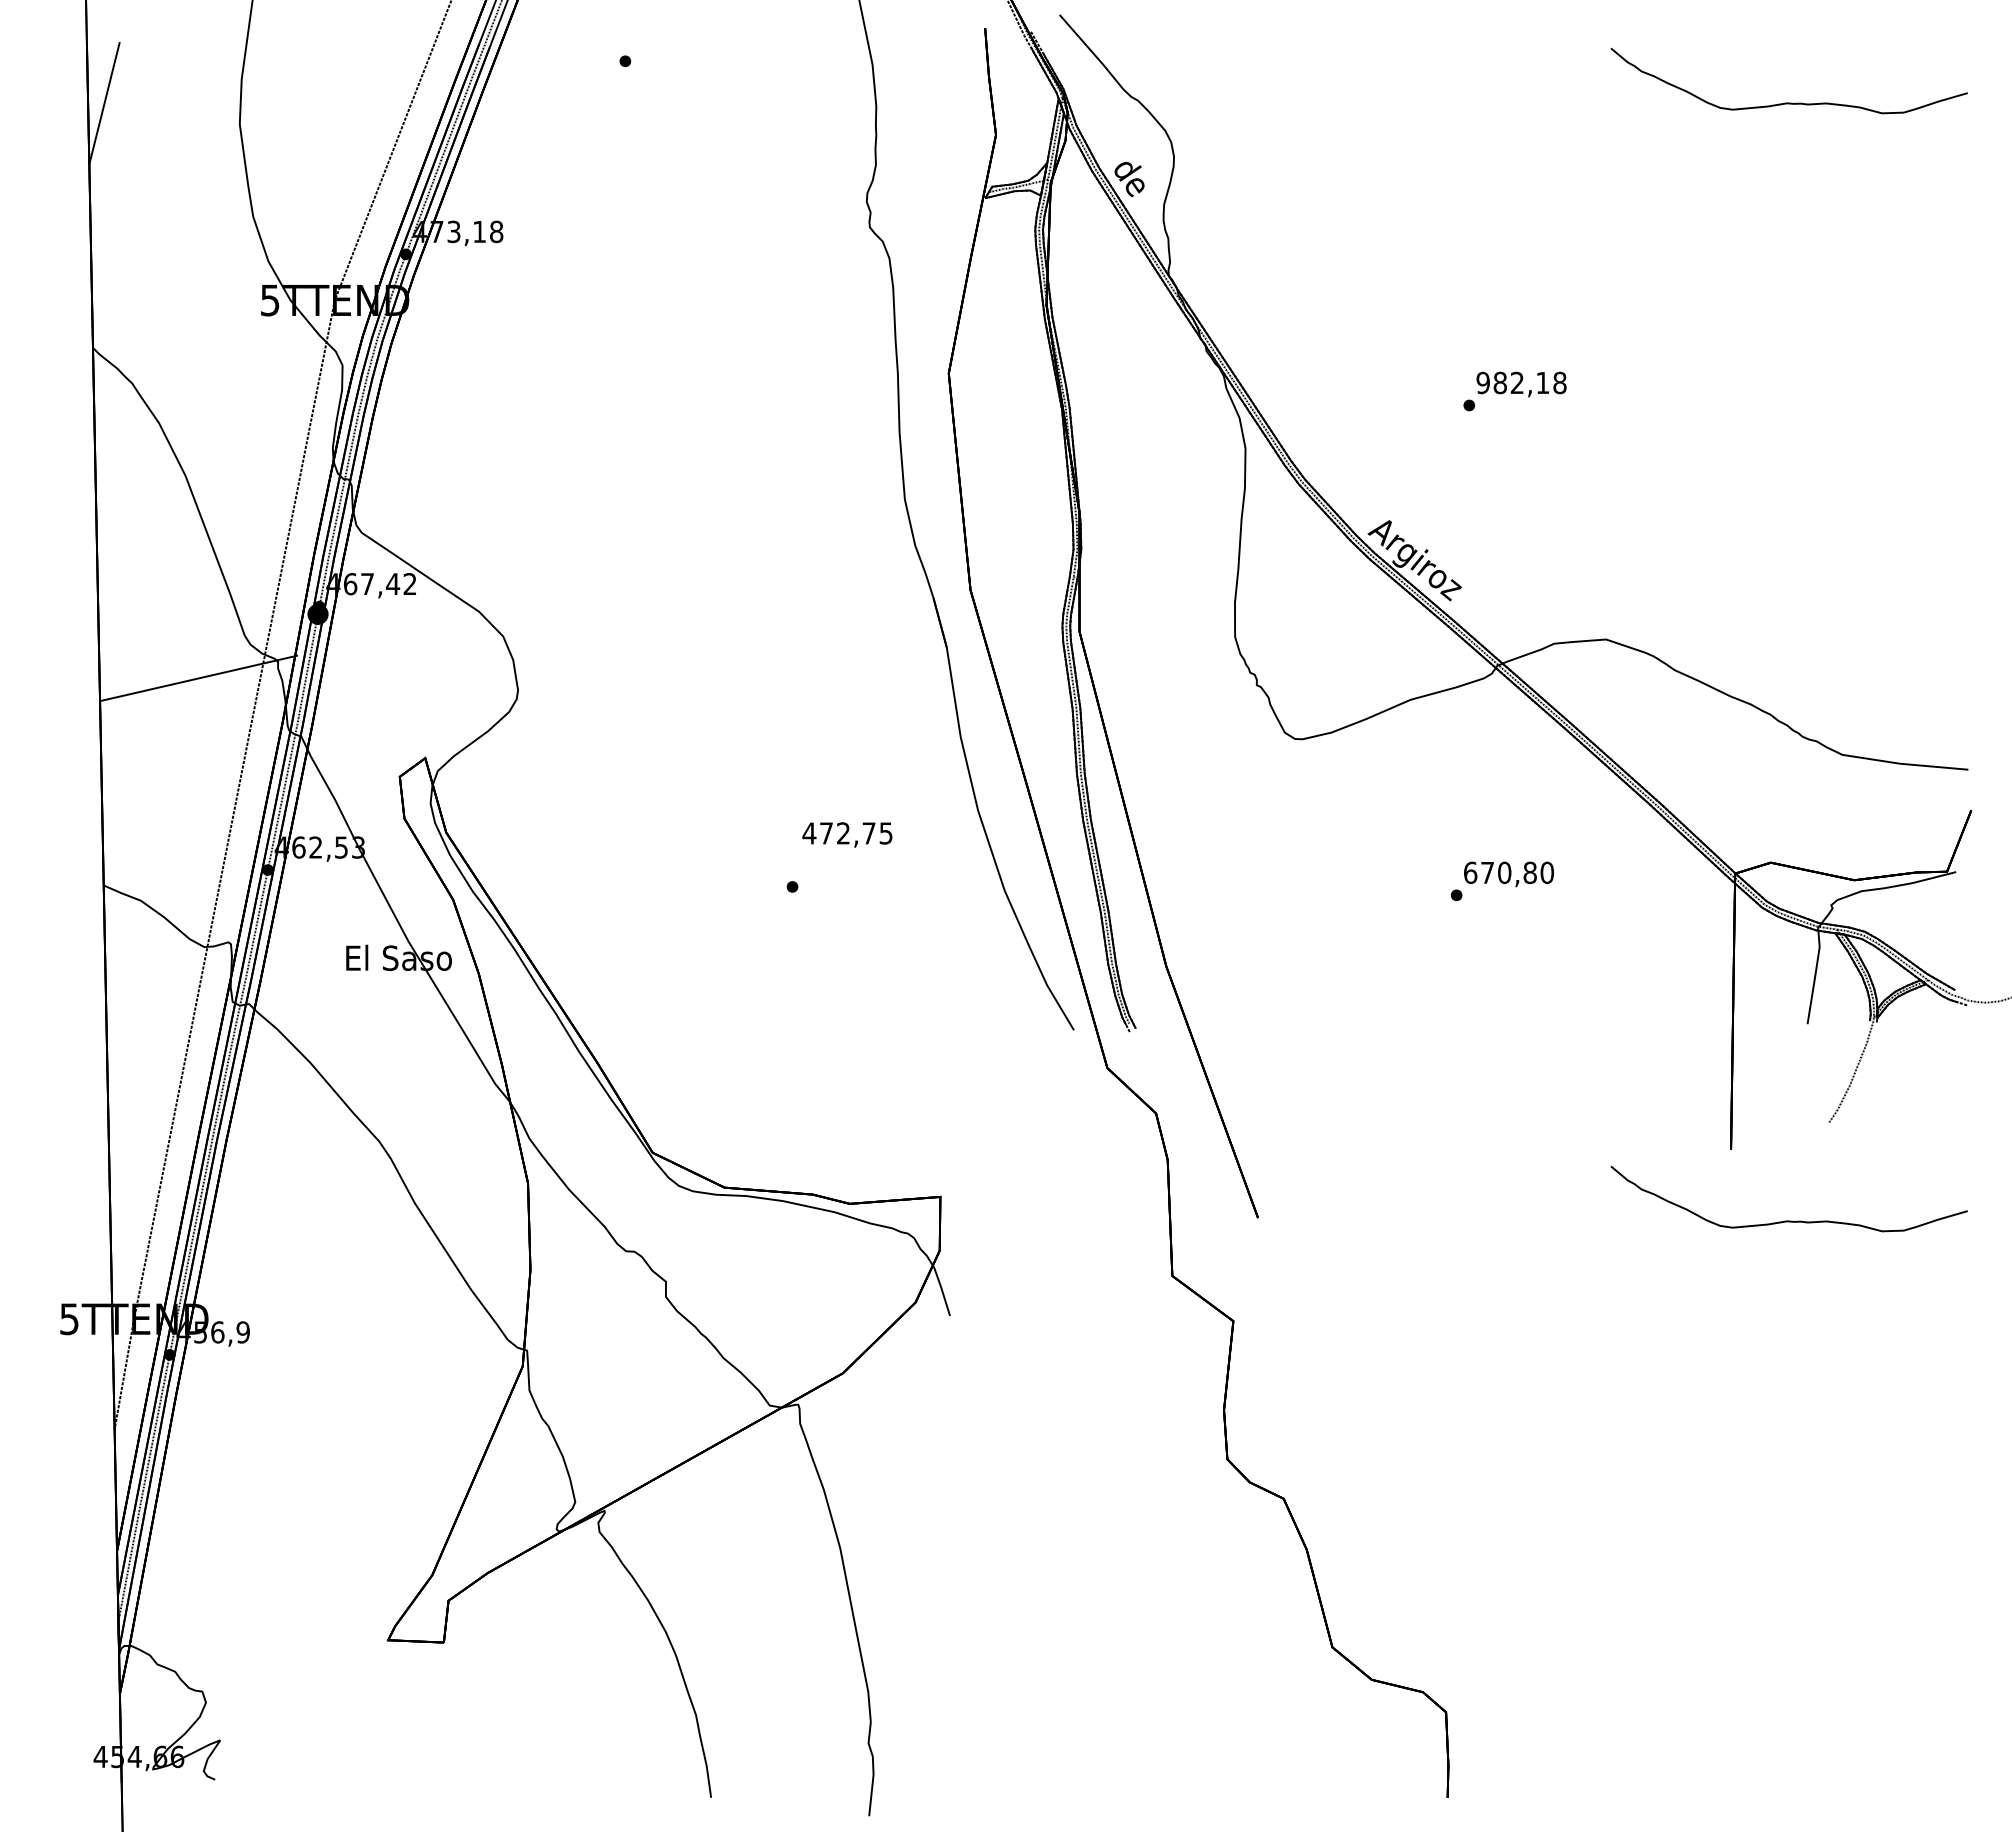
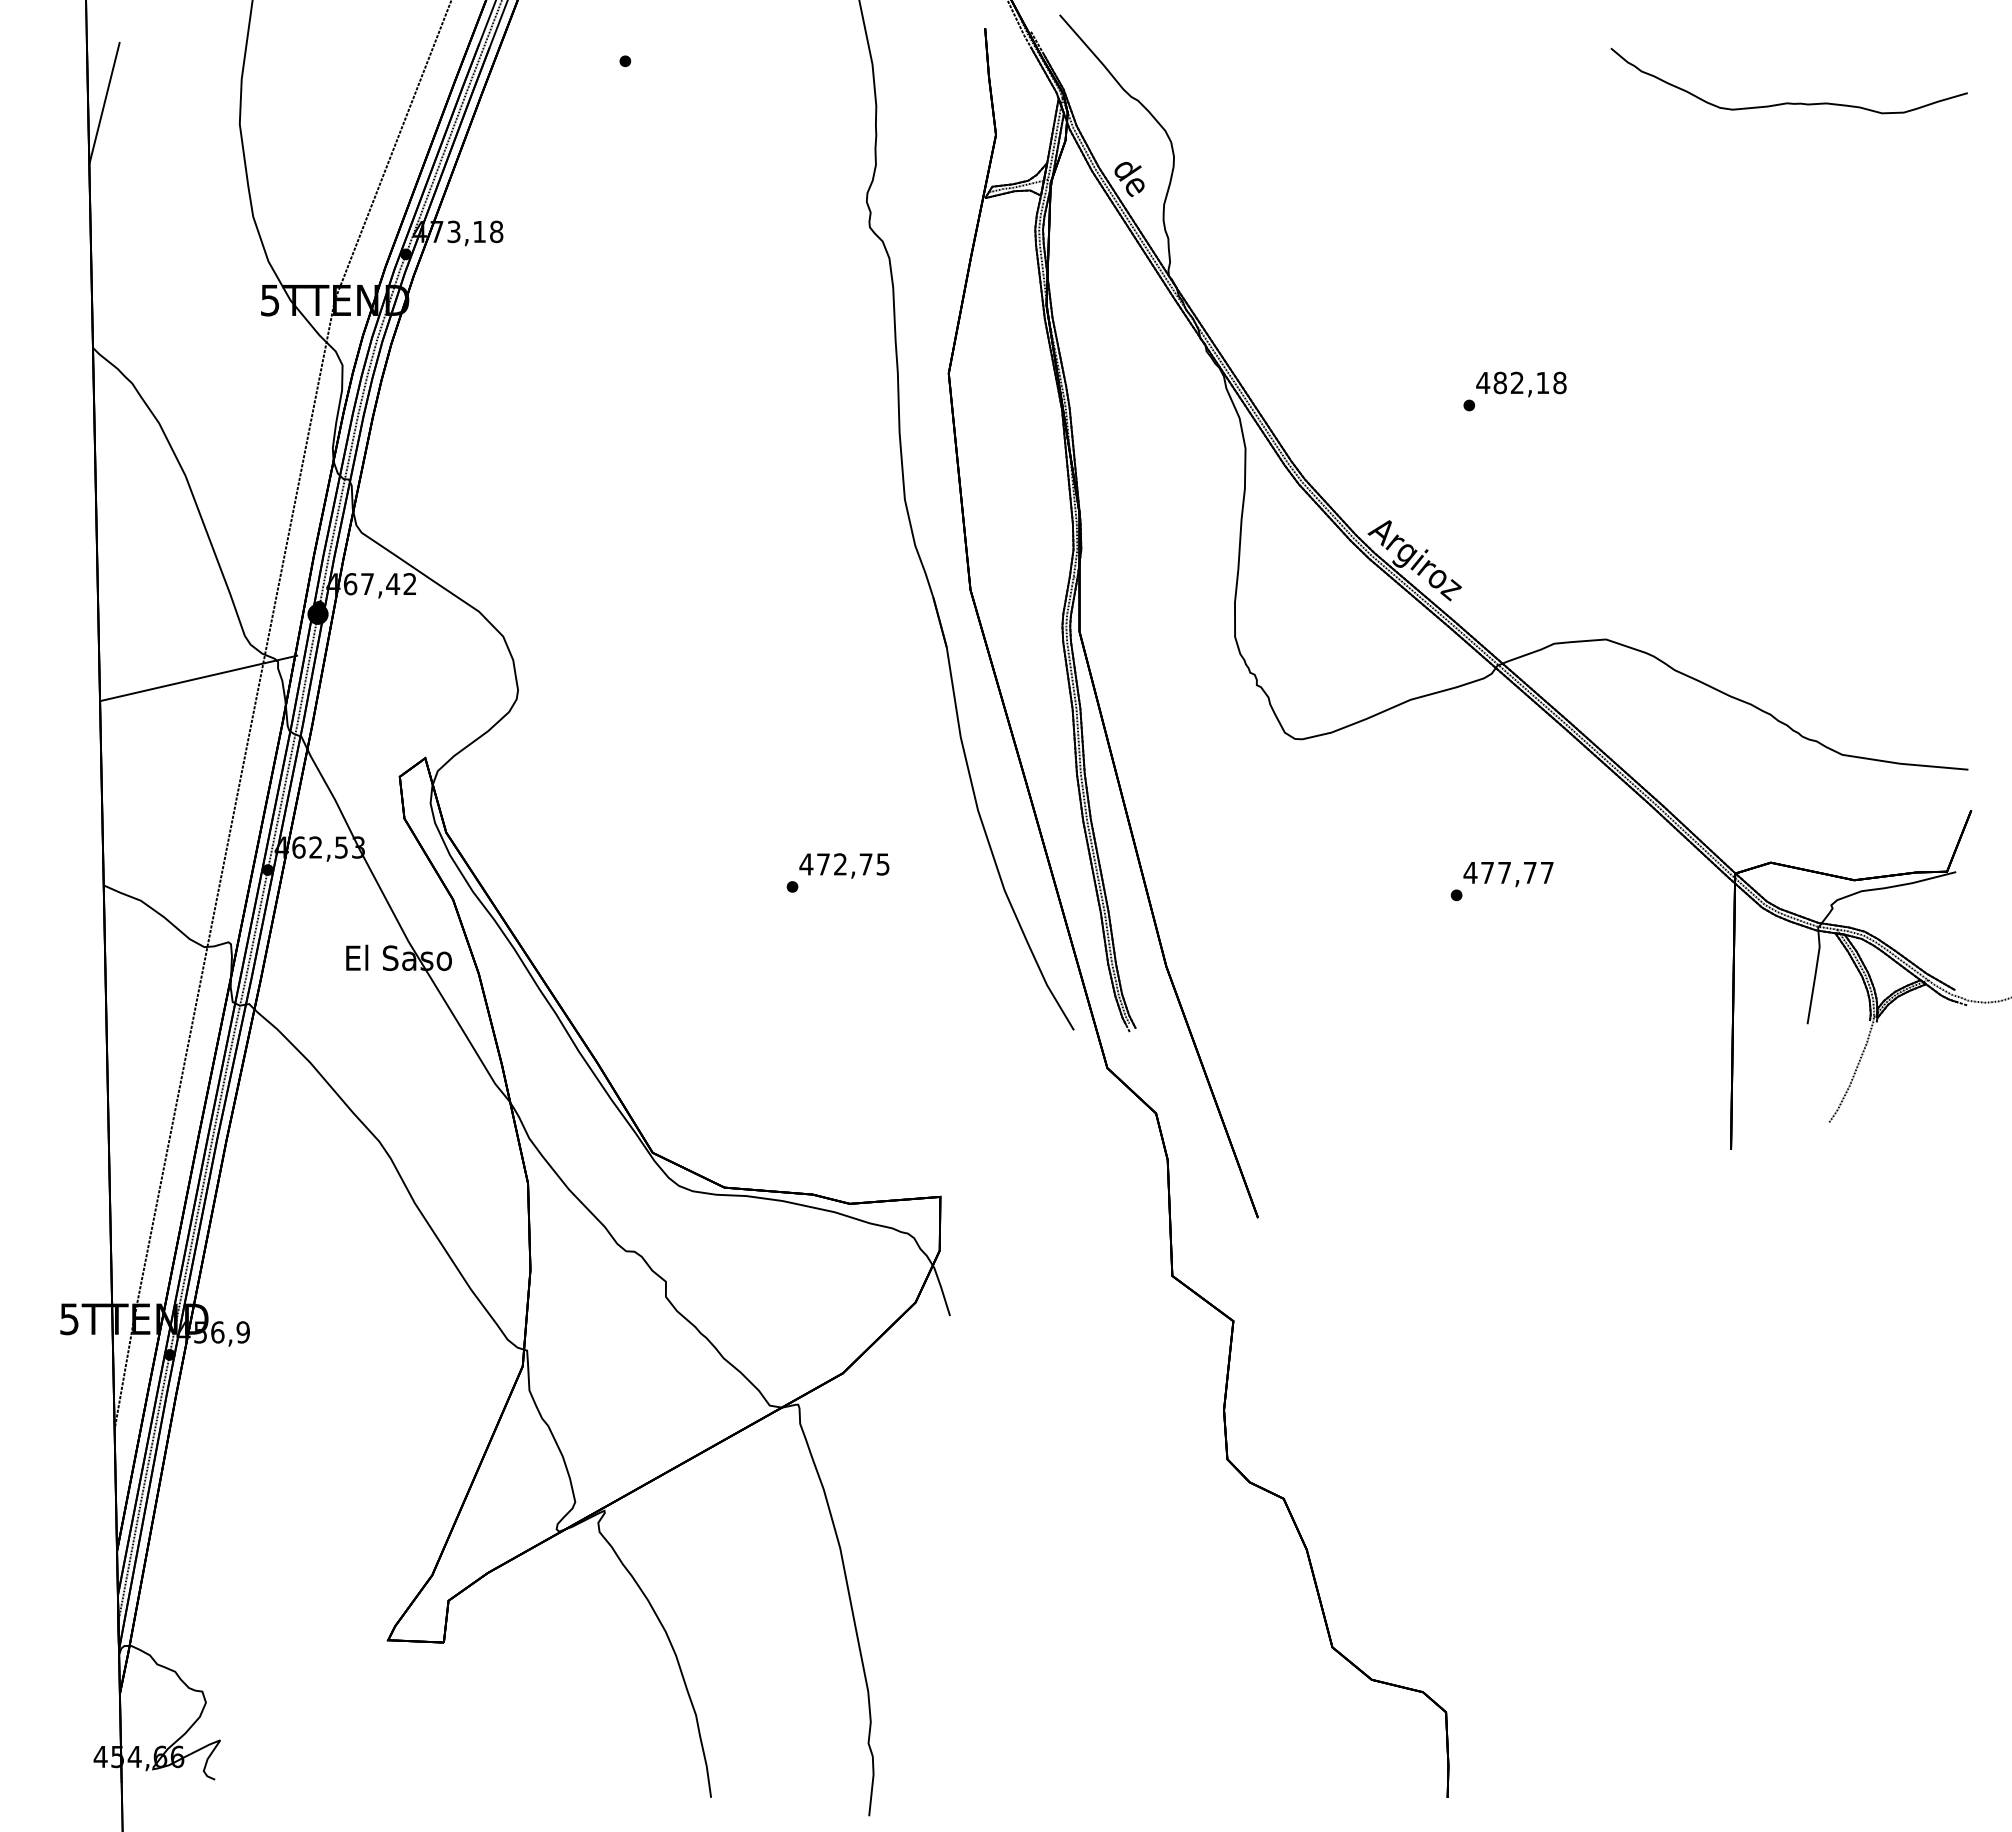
text at (1483, 382): 982,18 -> 482,18
text at (847, 834) position: (847, 834) -> (844, 865)
text at (1508, 872): 670,80 -> 477,77
part at (1788, 1220): present -> none
